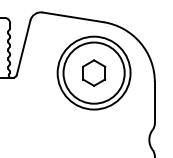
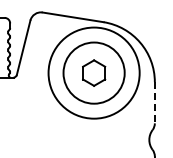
circle at (93, 72) diameter: 73 px -> 91 px
line at (154, 102): solid -> dashed
